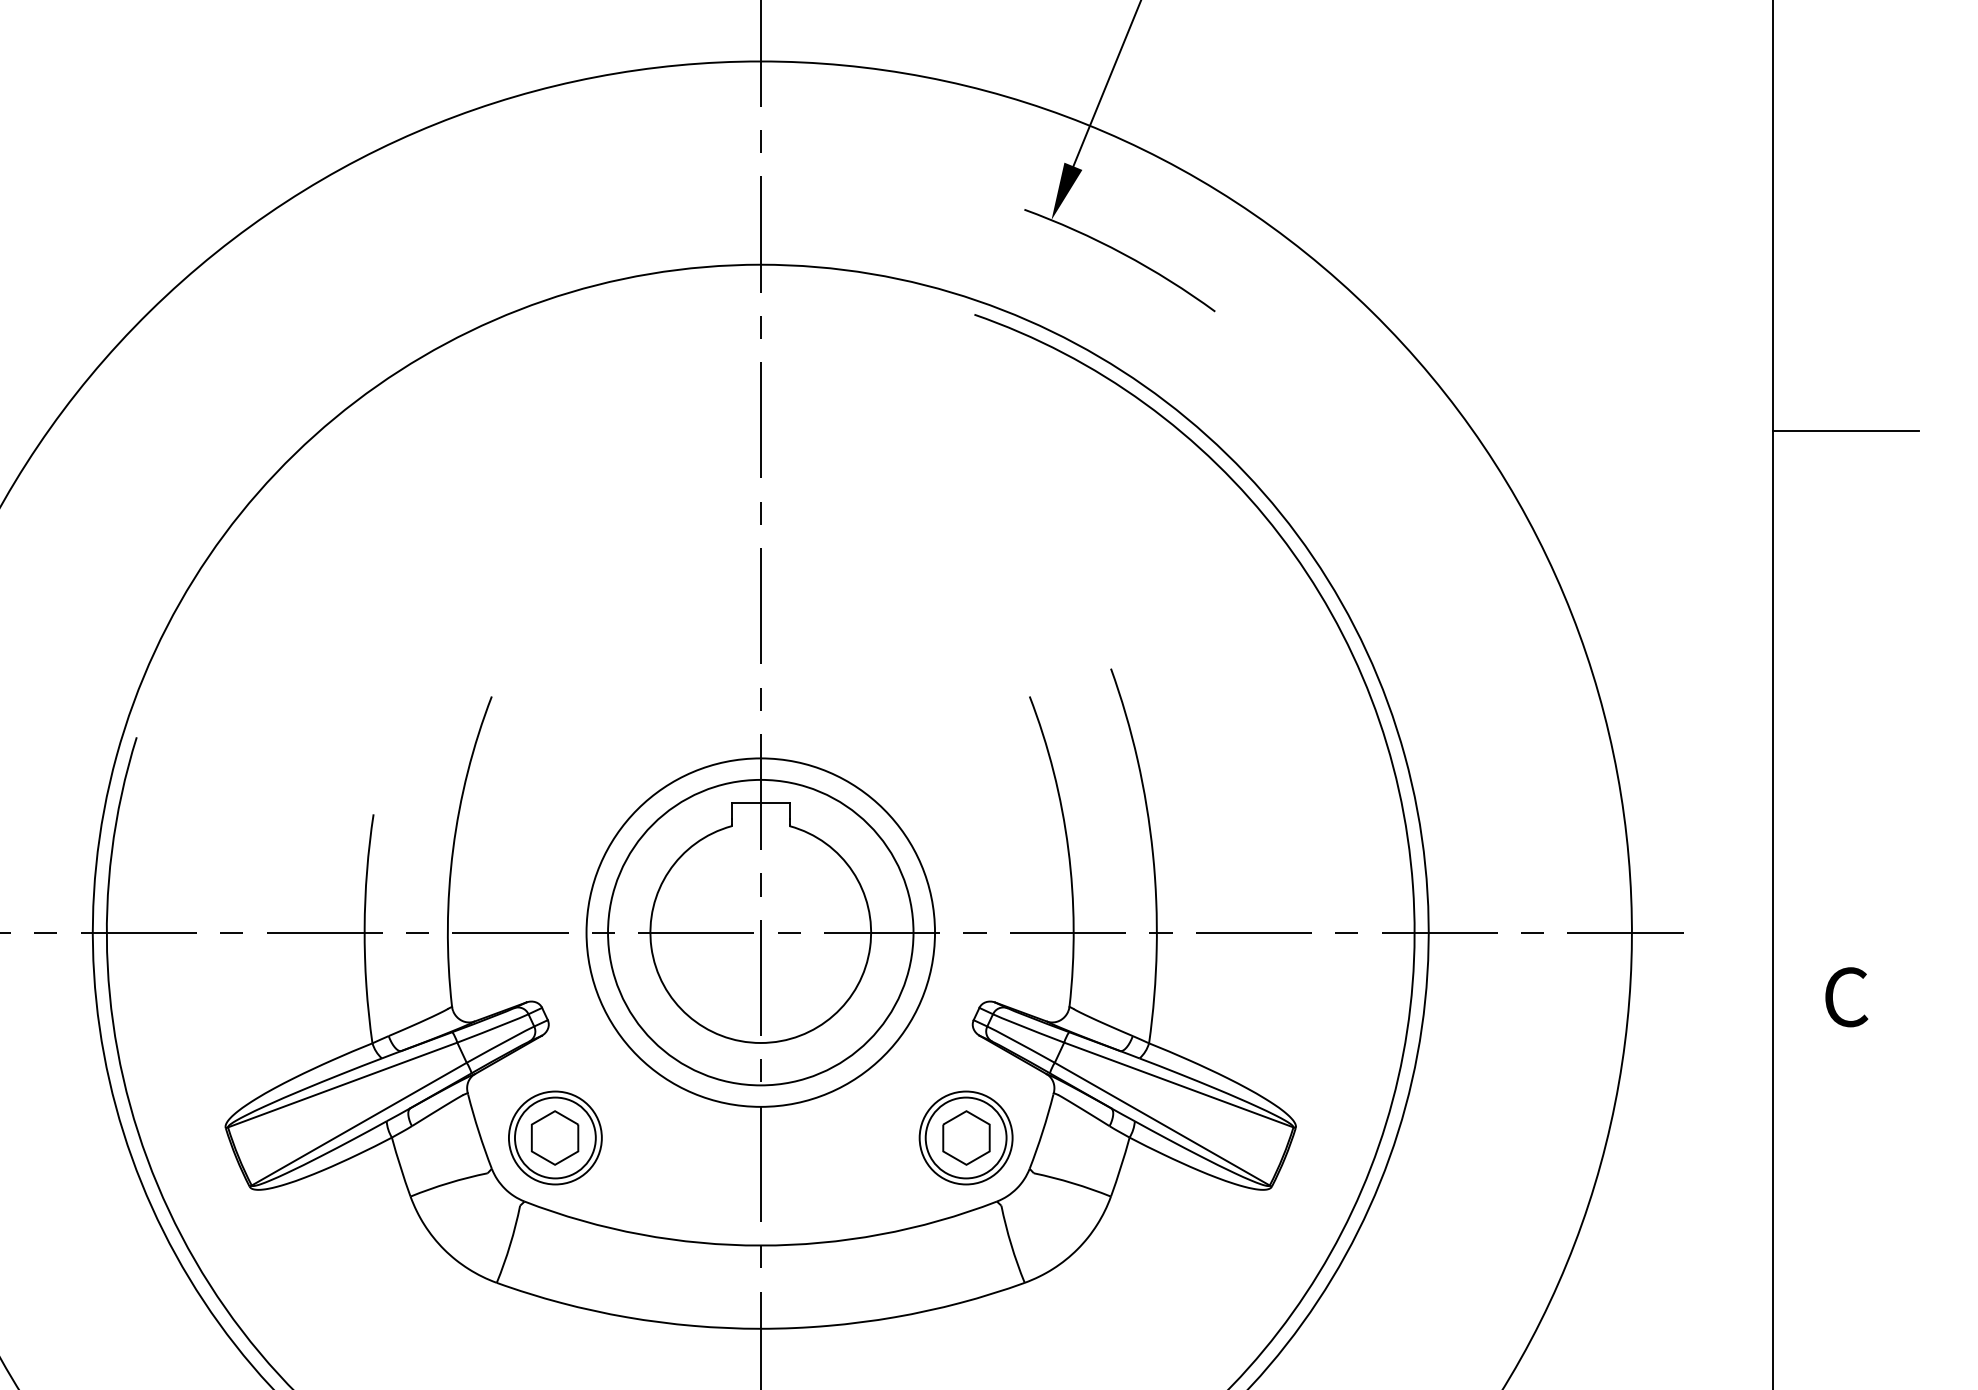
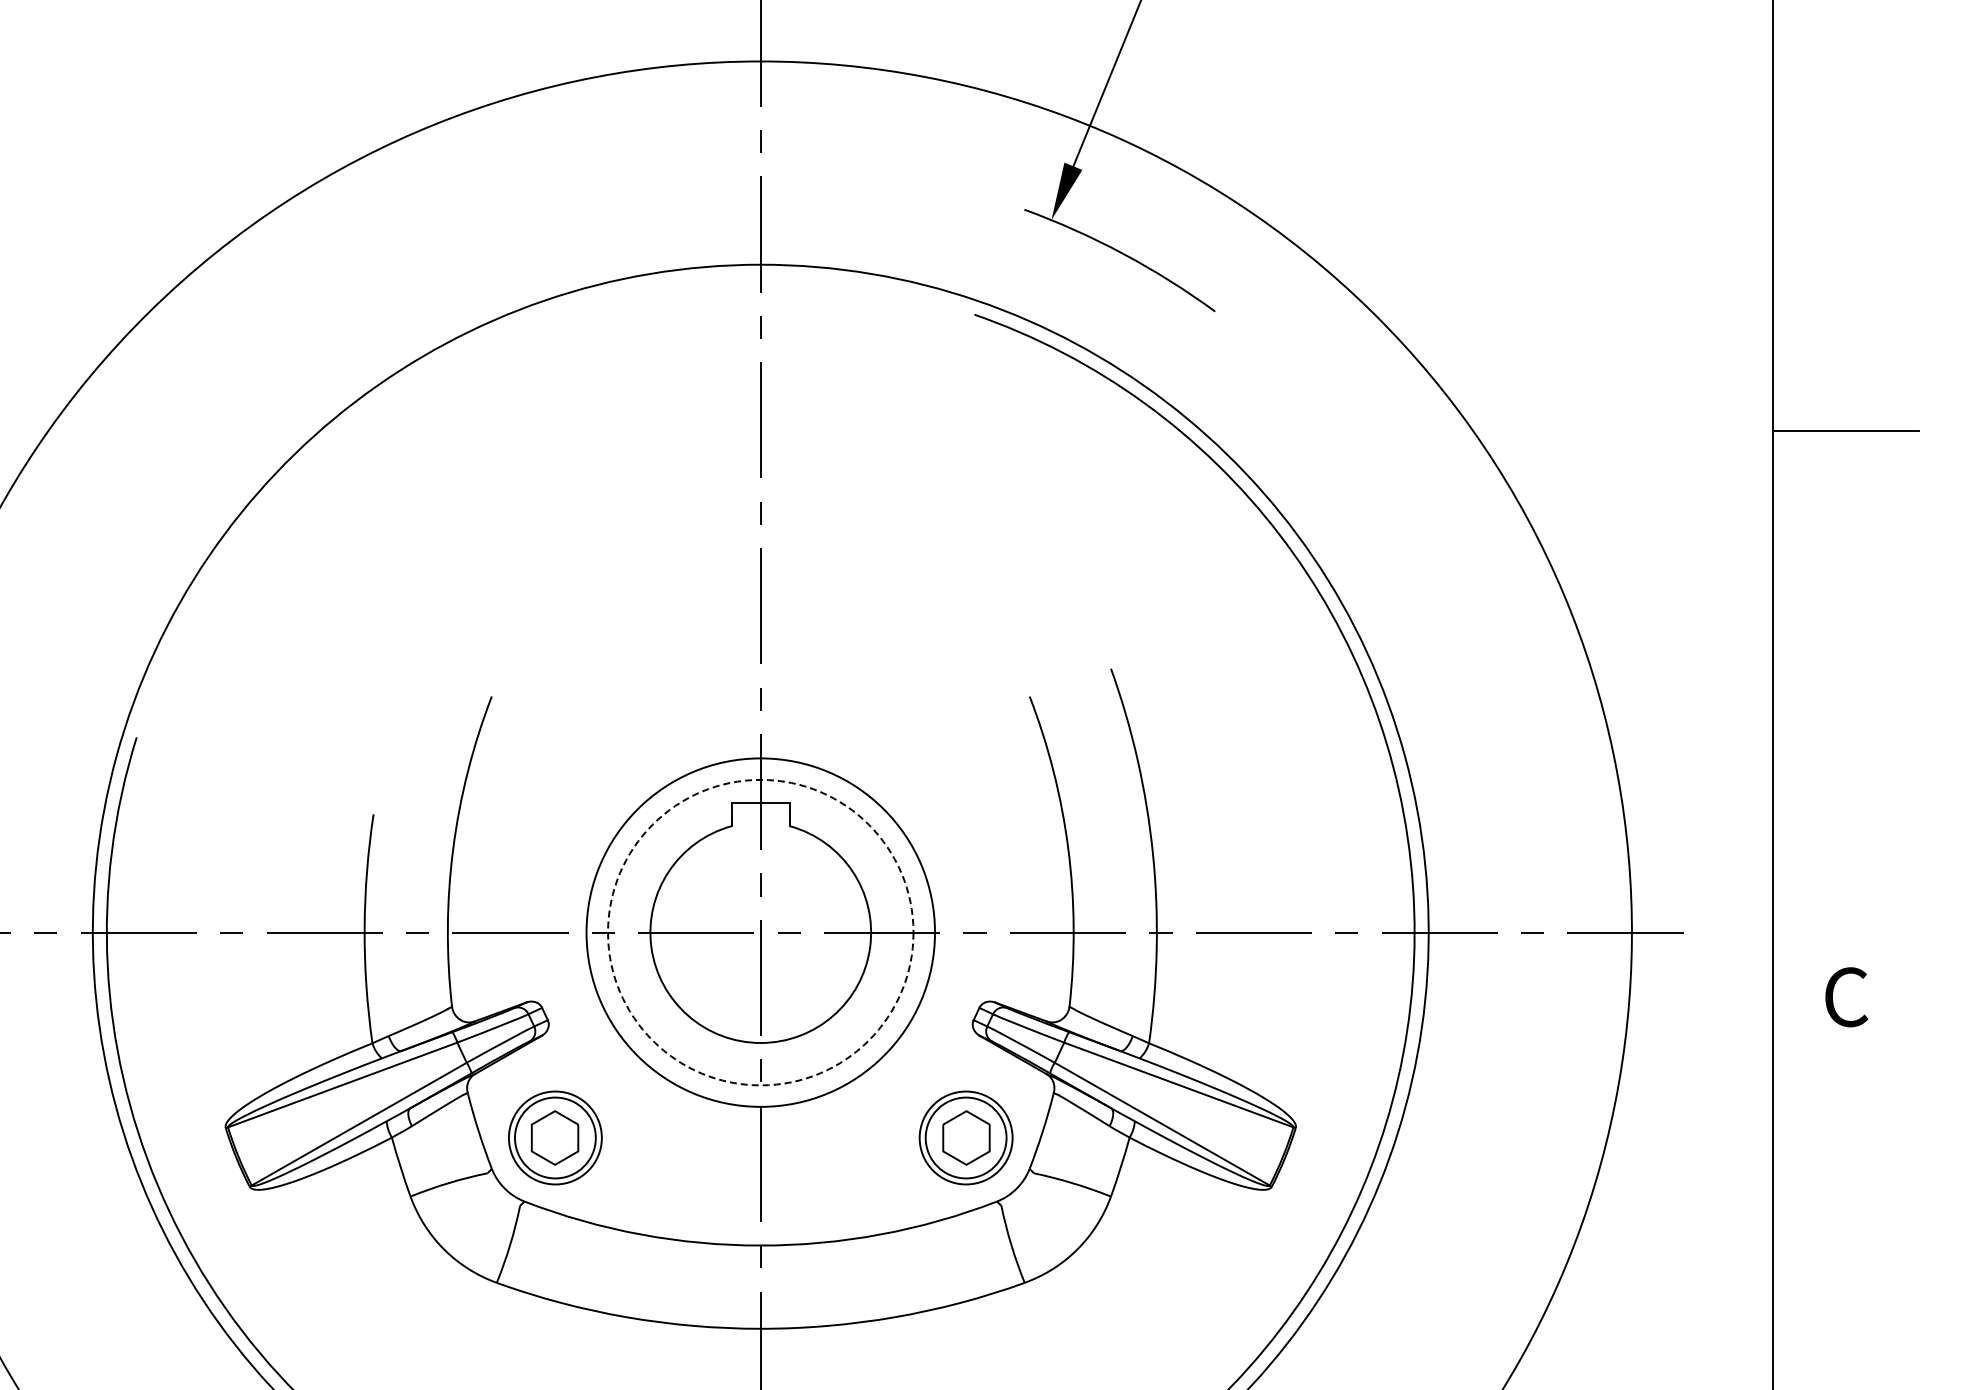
circle at (760, 932): solid -> dashed
